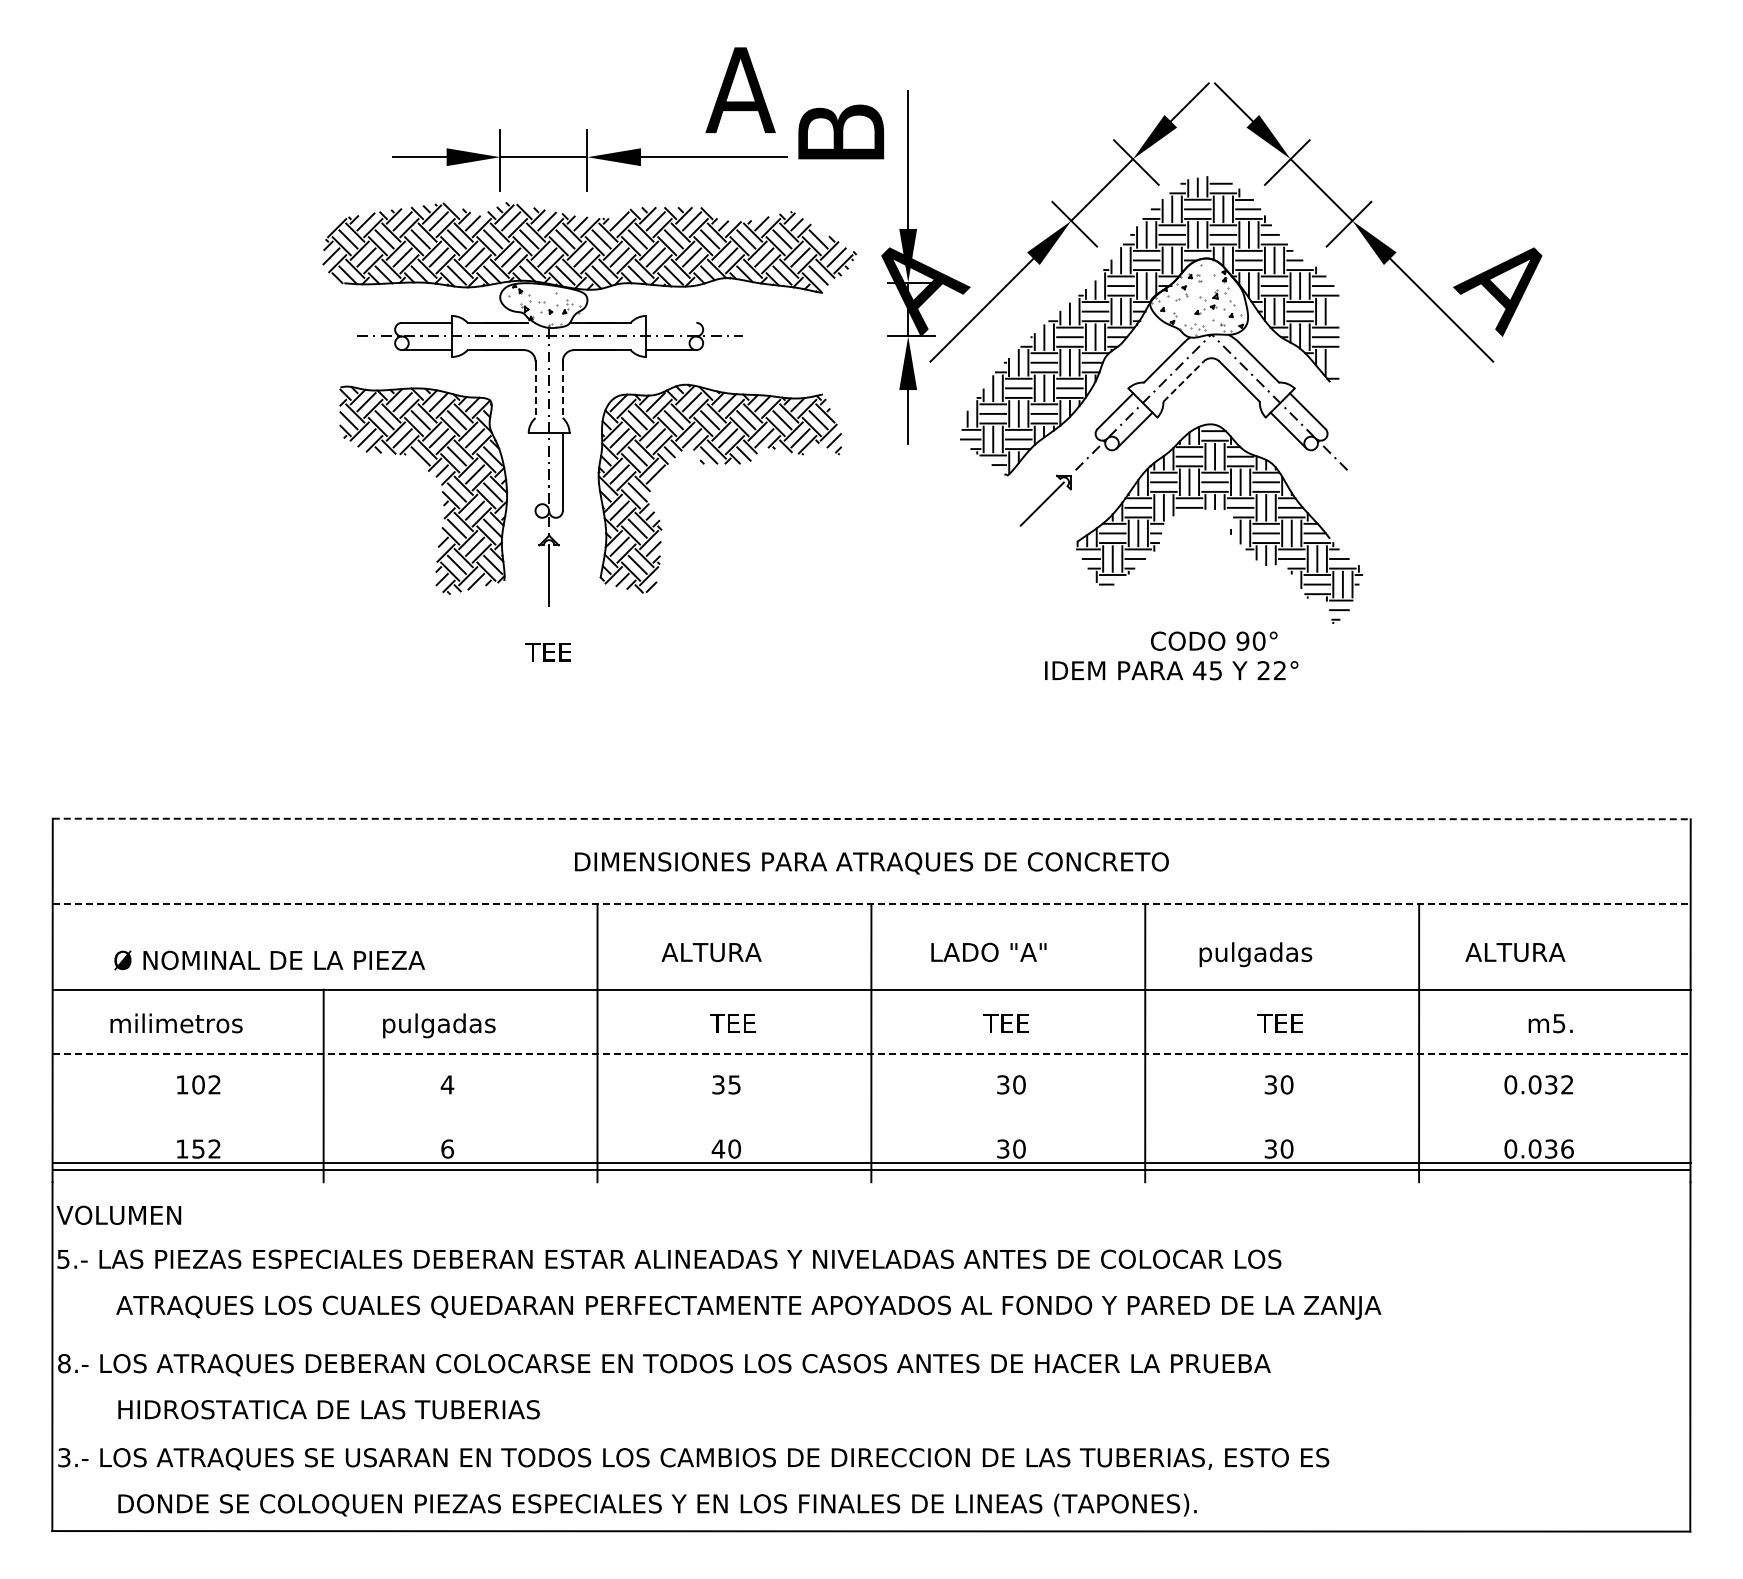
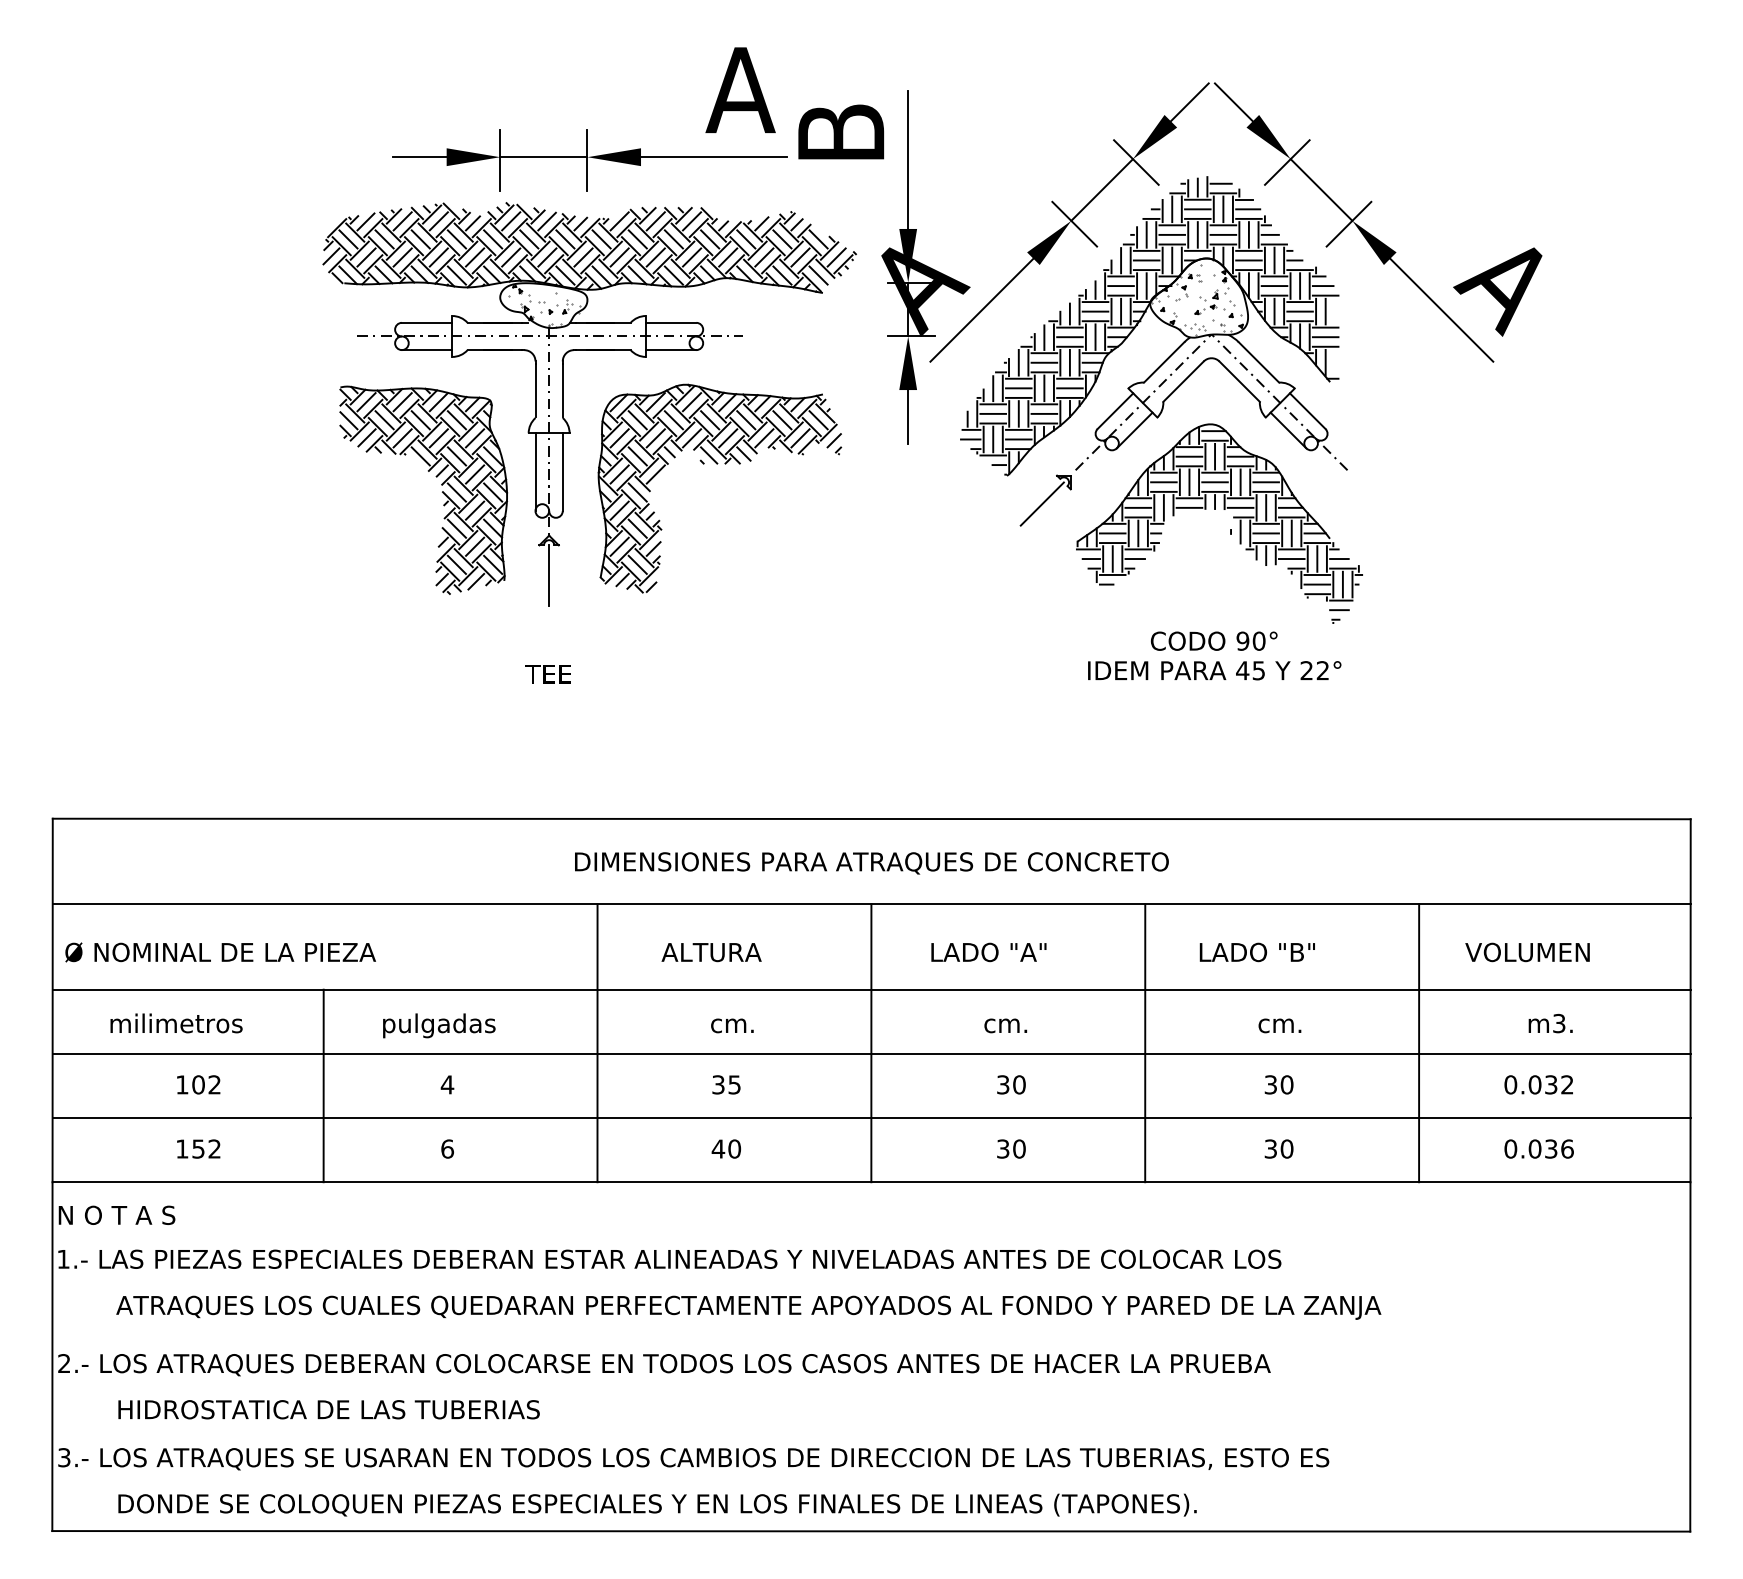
line at (670, 322): none -> present
line at (1183, 381): dashed -> solid
line at (535, 390): dashed -> solid
line at (562, 390): dashed -> solid
line at (535, 471): none -> present
text at (547, 652) position: (547, 652) -> (547, 674)
text at (1171, 670) position: (1171, 670) -> (1214, 670)
line at (871, 818): dashed -> solid
line at (871, 904): dashed -> solid
text at (1527, 952): ALTURA -> VOLUMEN
text at (1256, 954): pulgadas -> LADO "B"
text at (269, 960) position: (269, 960) -> (220, 952)
text at (1559, 1022): m5. -> m3.
text at (732, 1023): TEE -> cm.
text at (1005, 1023): TEE -> cm.
text at (1279, 1023): TEE -> cm.
line at (871, 1053): dashed -> solid
line at (871, 1163) position: (871, 1163) -> (871, 1118)
line at (871, 1170) position: (871, 1170) -> (871, 1182)
text at (118, 1214): VOLUMEN -> N O T A S
text at (63, 1259): 5.- -> 1.-
text at (64, 1363): 8.- -> 2.-
